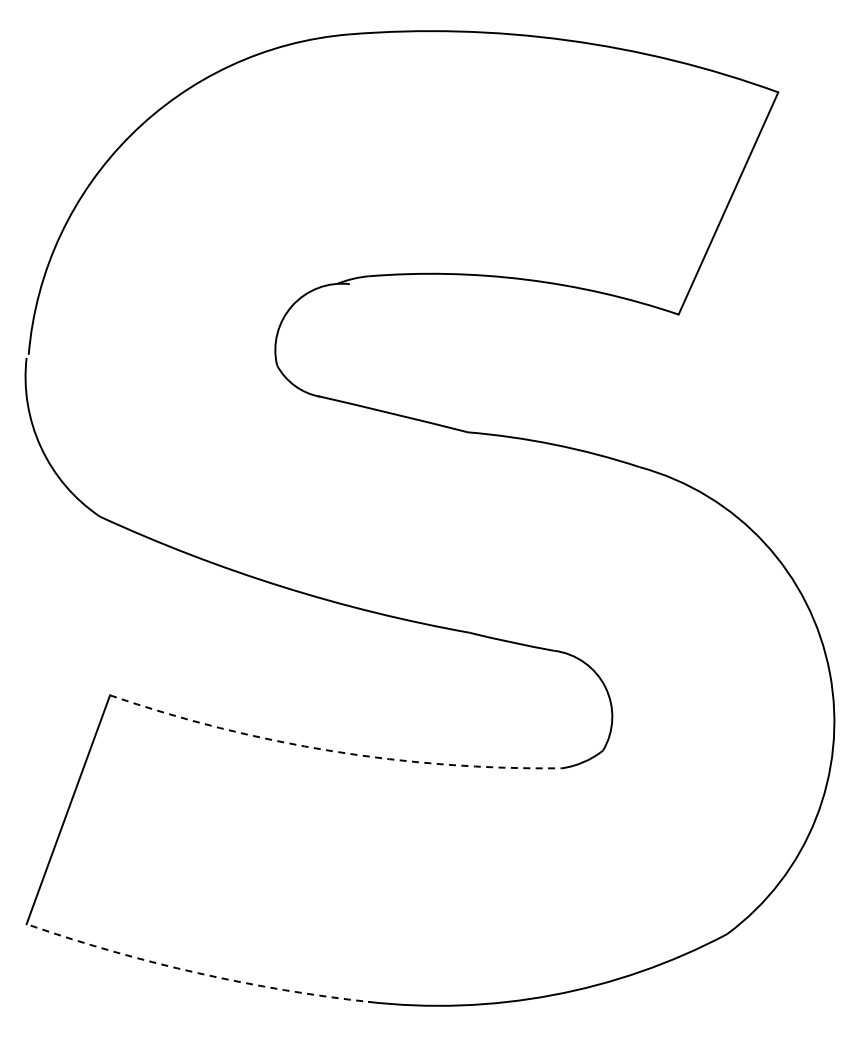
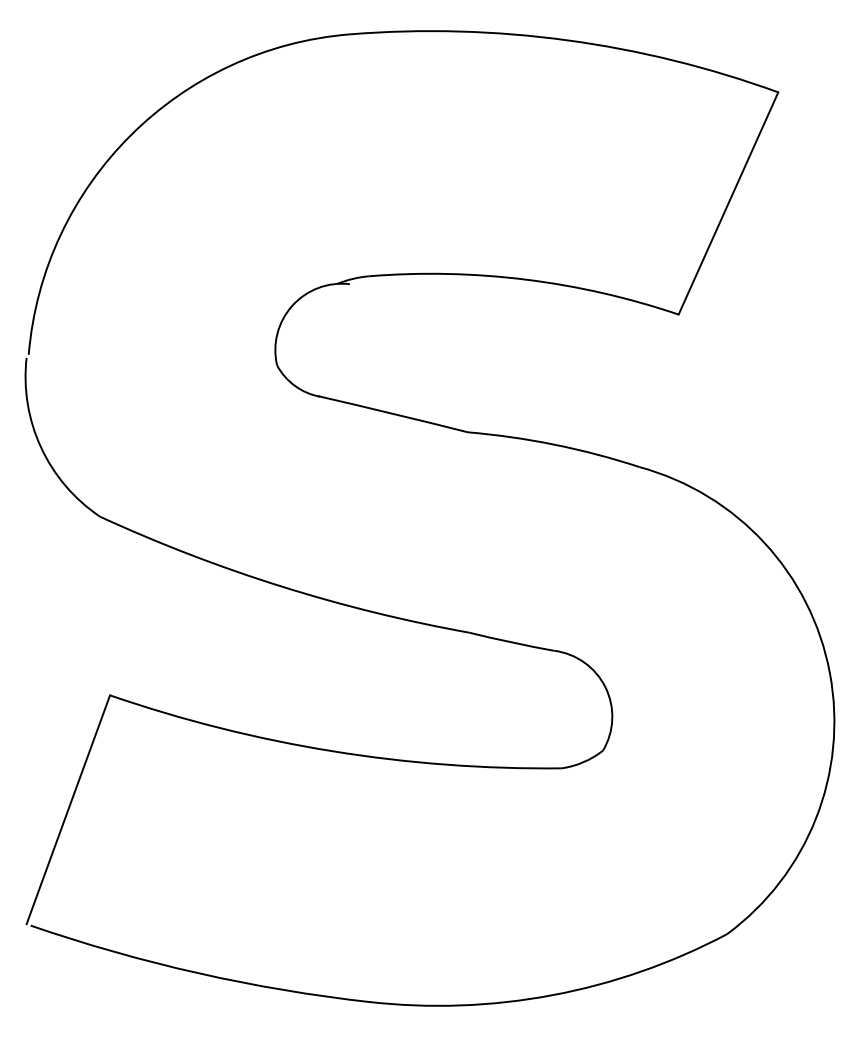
arc at (332, 751): dashed -> solid
arc at (198, 973): dashed -> solid
